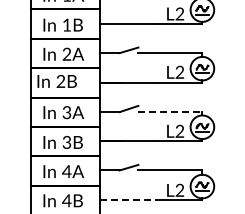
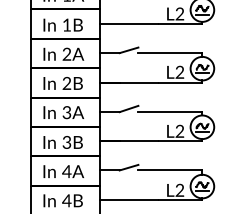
text at (56, 81) position: (56, 81) -> (62, 83)
line at (170, 112): dashed -> solid
line at (129, 200): dashed -> solid
